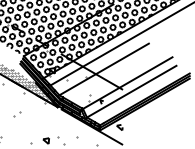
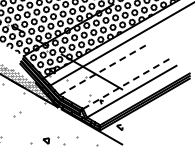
line at (104, 69): solid -> dashed
line at (127, 83): solid -> dashed
